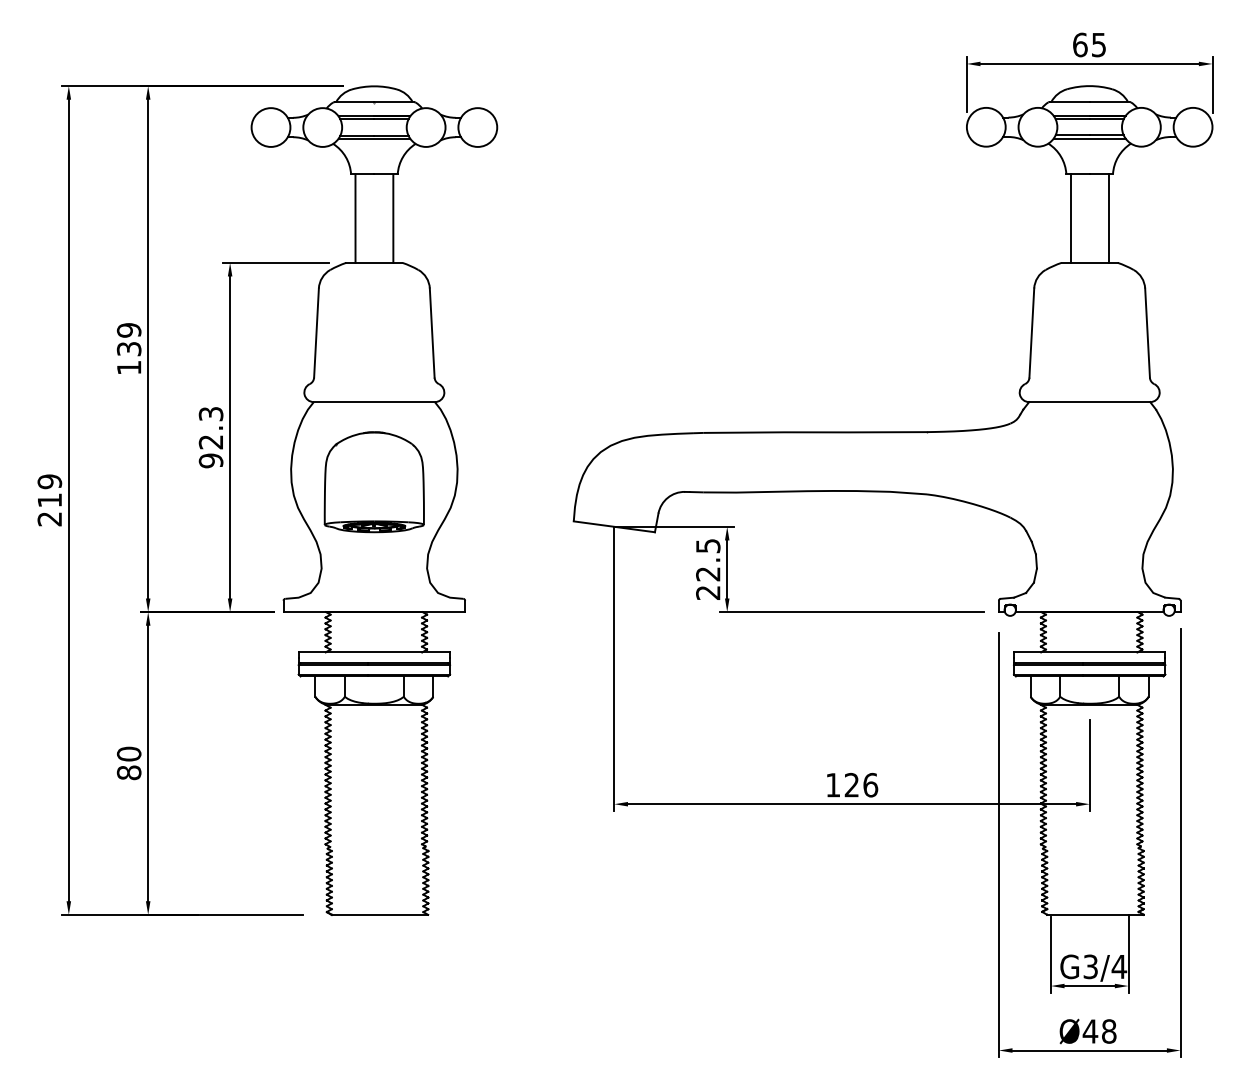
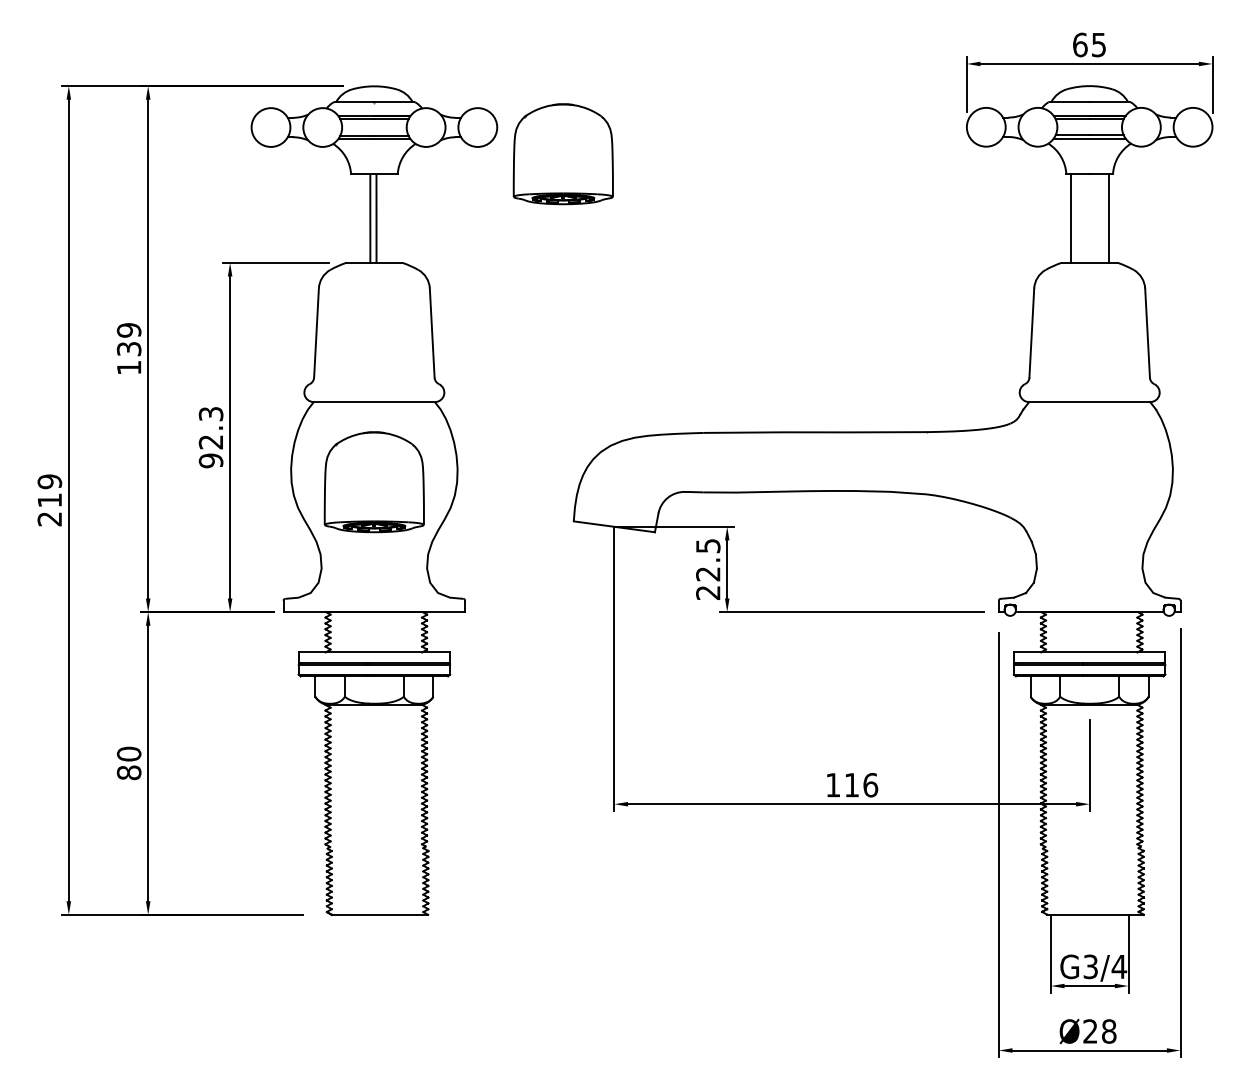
part at (562, 154): none -> present
line at (355, 218) position: (355, 218) -> (376, 218)
line at (393, 218) position: (393, 218) -> (370, 218)
text at (851, 784): 126 -> 116
text at (1090, 1031): Ø48 -> Ø28
